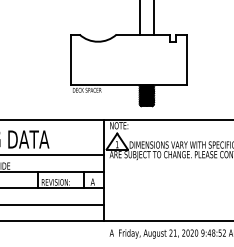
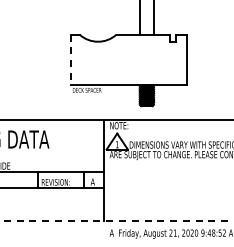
line at (71, 60): solid -> dashed
line at (53, 155): present -> none
line at (53, 204): present -> none
line at (116, 220): solid -> dashed
